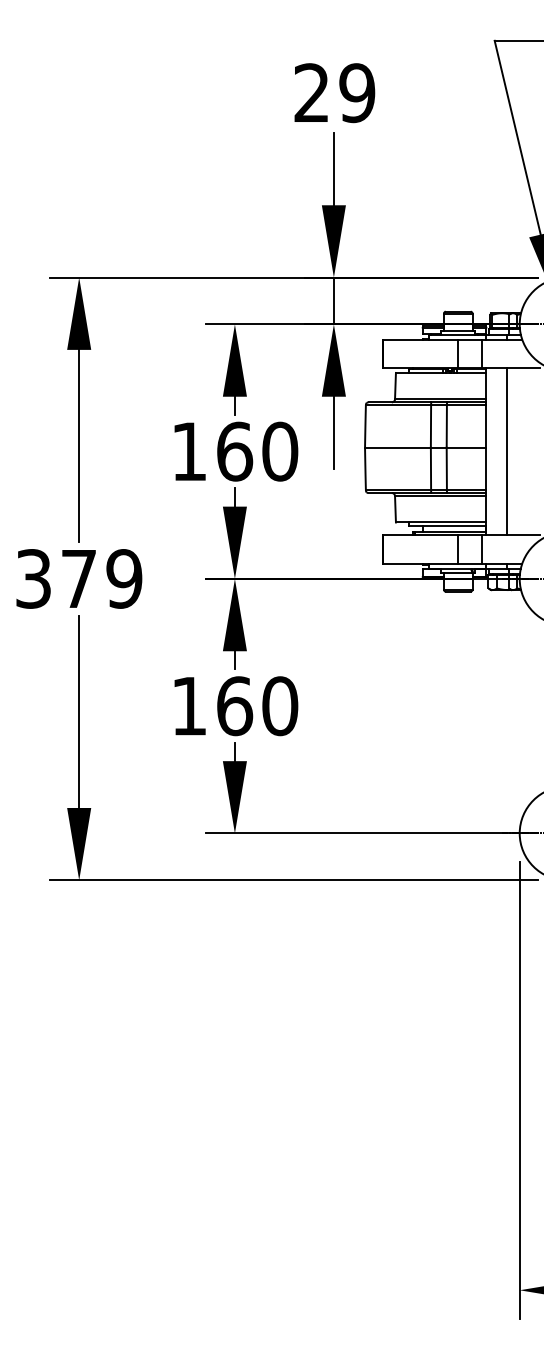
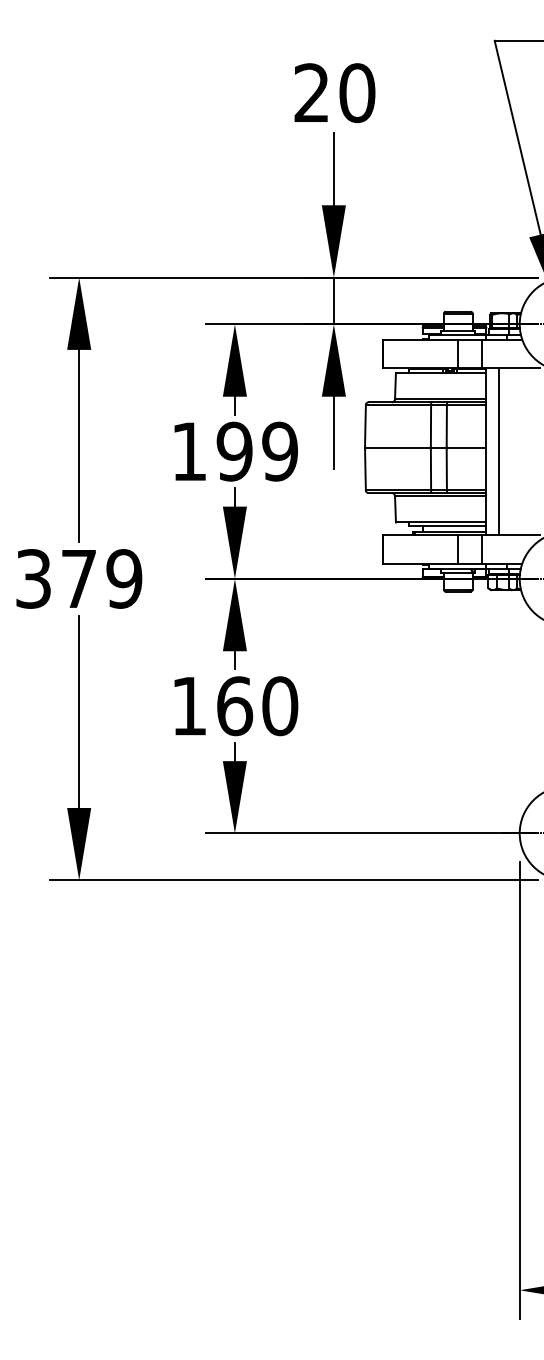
text at (357, 93): 29 -> 20
text at (257, 451): 160 -> 199
line at (506, 451) position: (506, 451) -> (498, 451)
